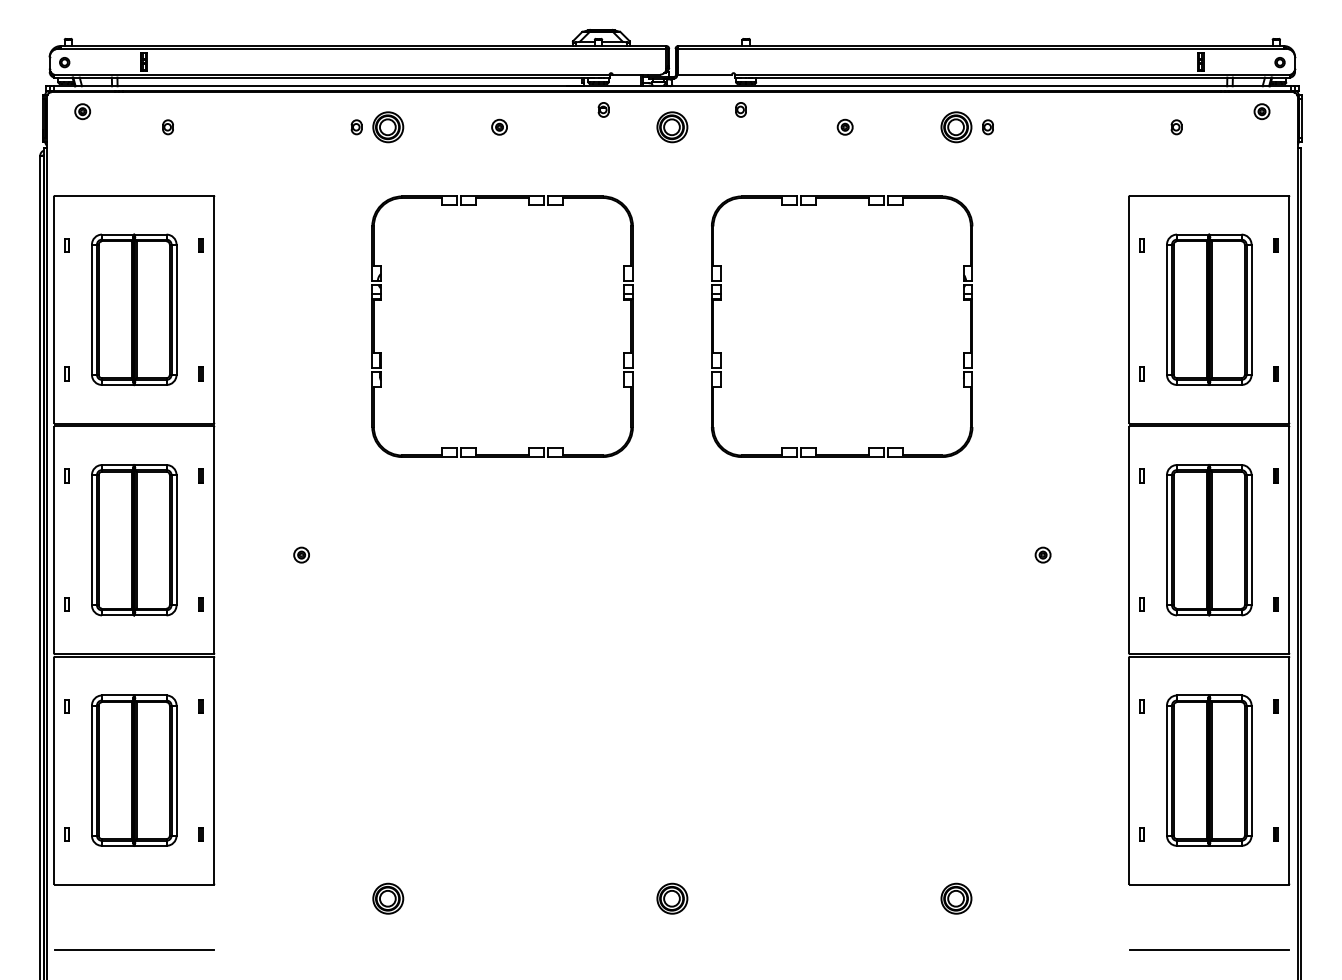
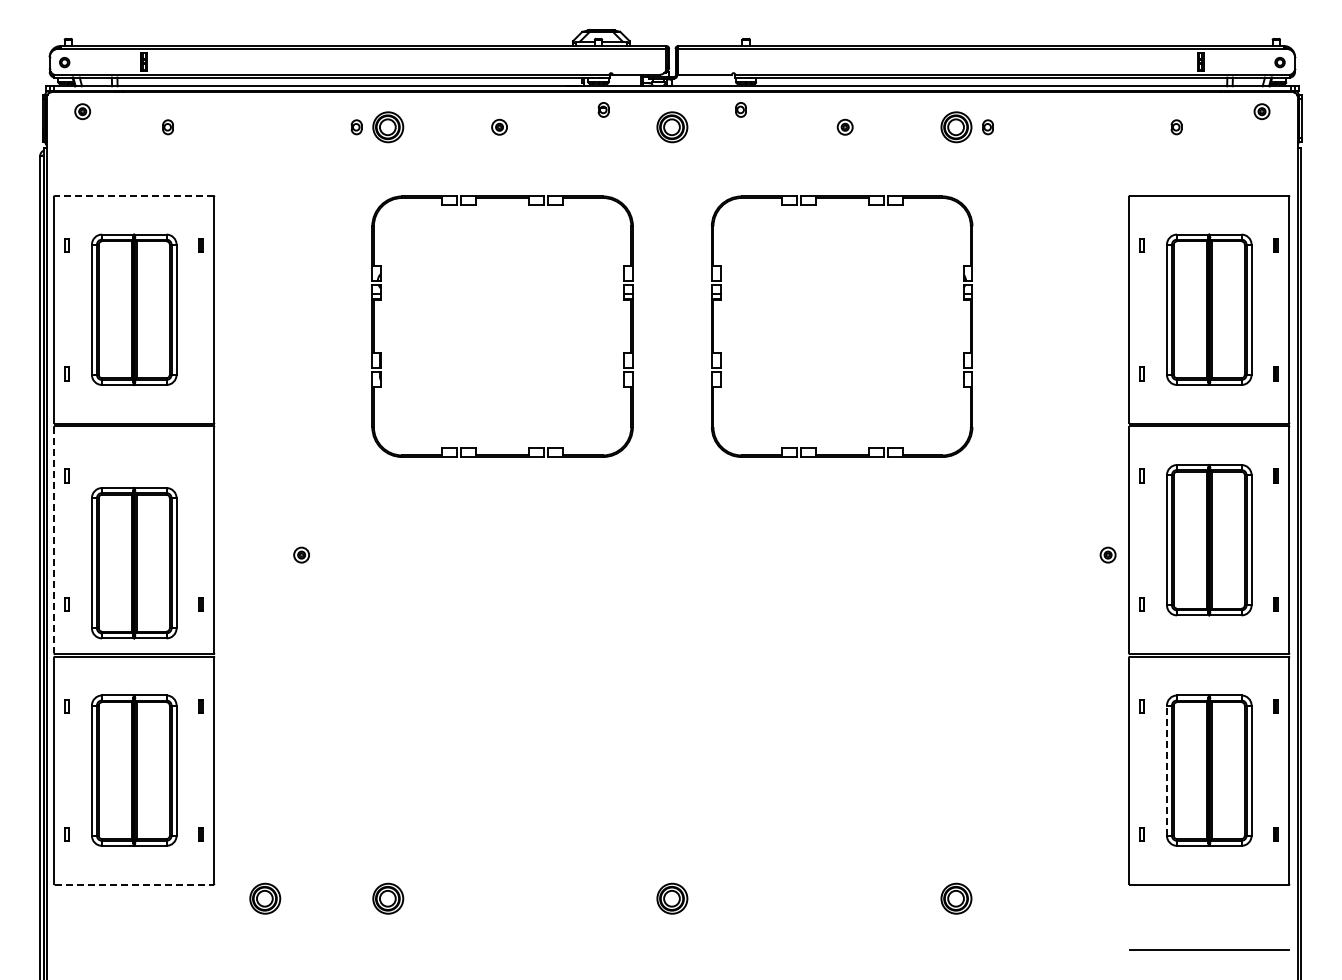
line at (133, 195): solid -> dashed
part at (200, 373): present -> none
part at (200, 475): present -> none
line at (54, 540): solid -> dashed
part at (134, 540) position: (134, 540) -> (134, 563)
part at (1042, 554) position: (1042, 554) -> (1107, 554)
line at (1166, 770): solid -> dashed
line at (134, 884): solid -> dashed
part at (265, 898): none -> present
line at (133, 950): present -> none
